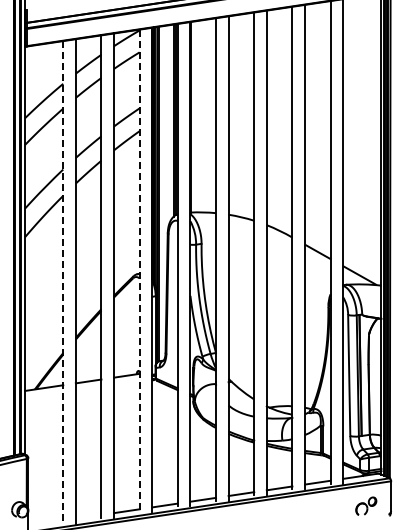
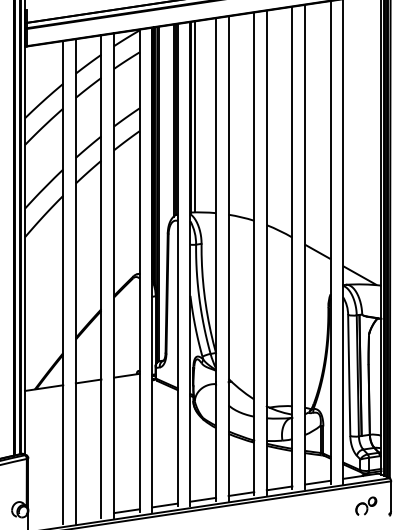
line at (195, 116): none -> present
line at (139, 271): dashed -> solid
line at (63, 282): dashed -> solid
